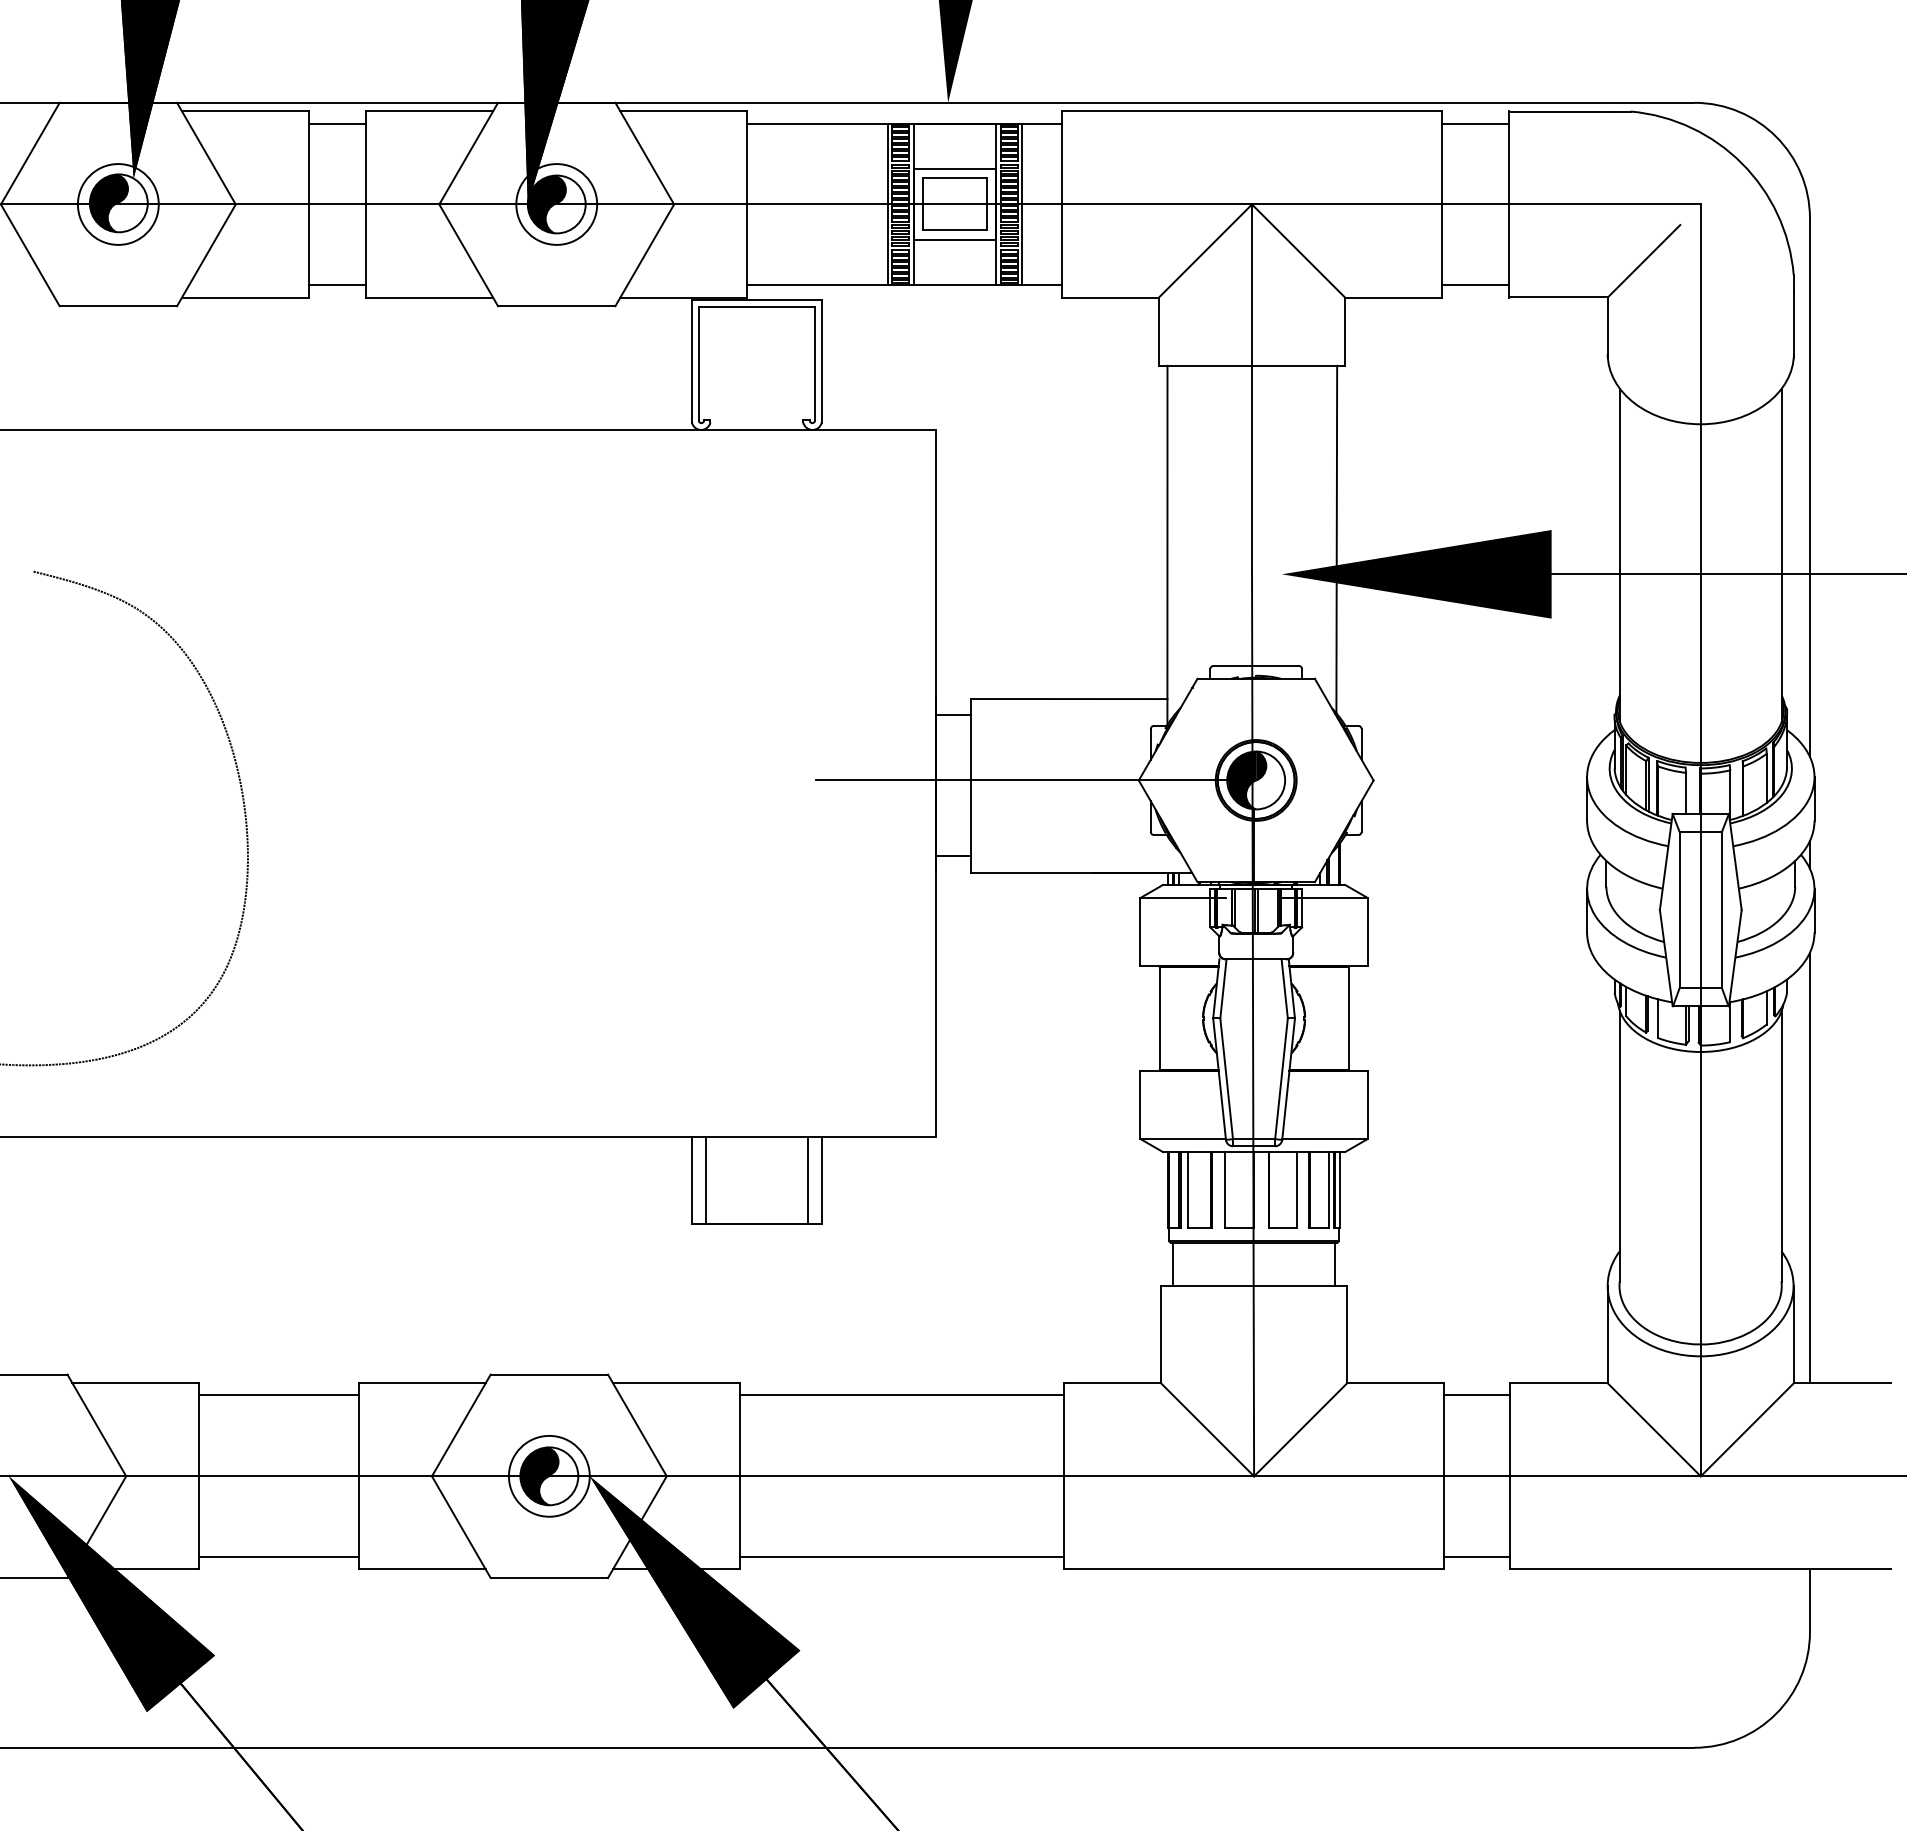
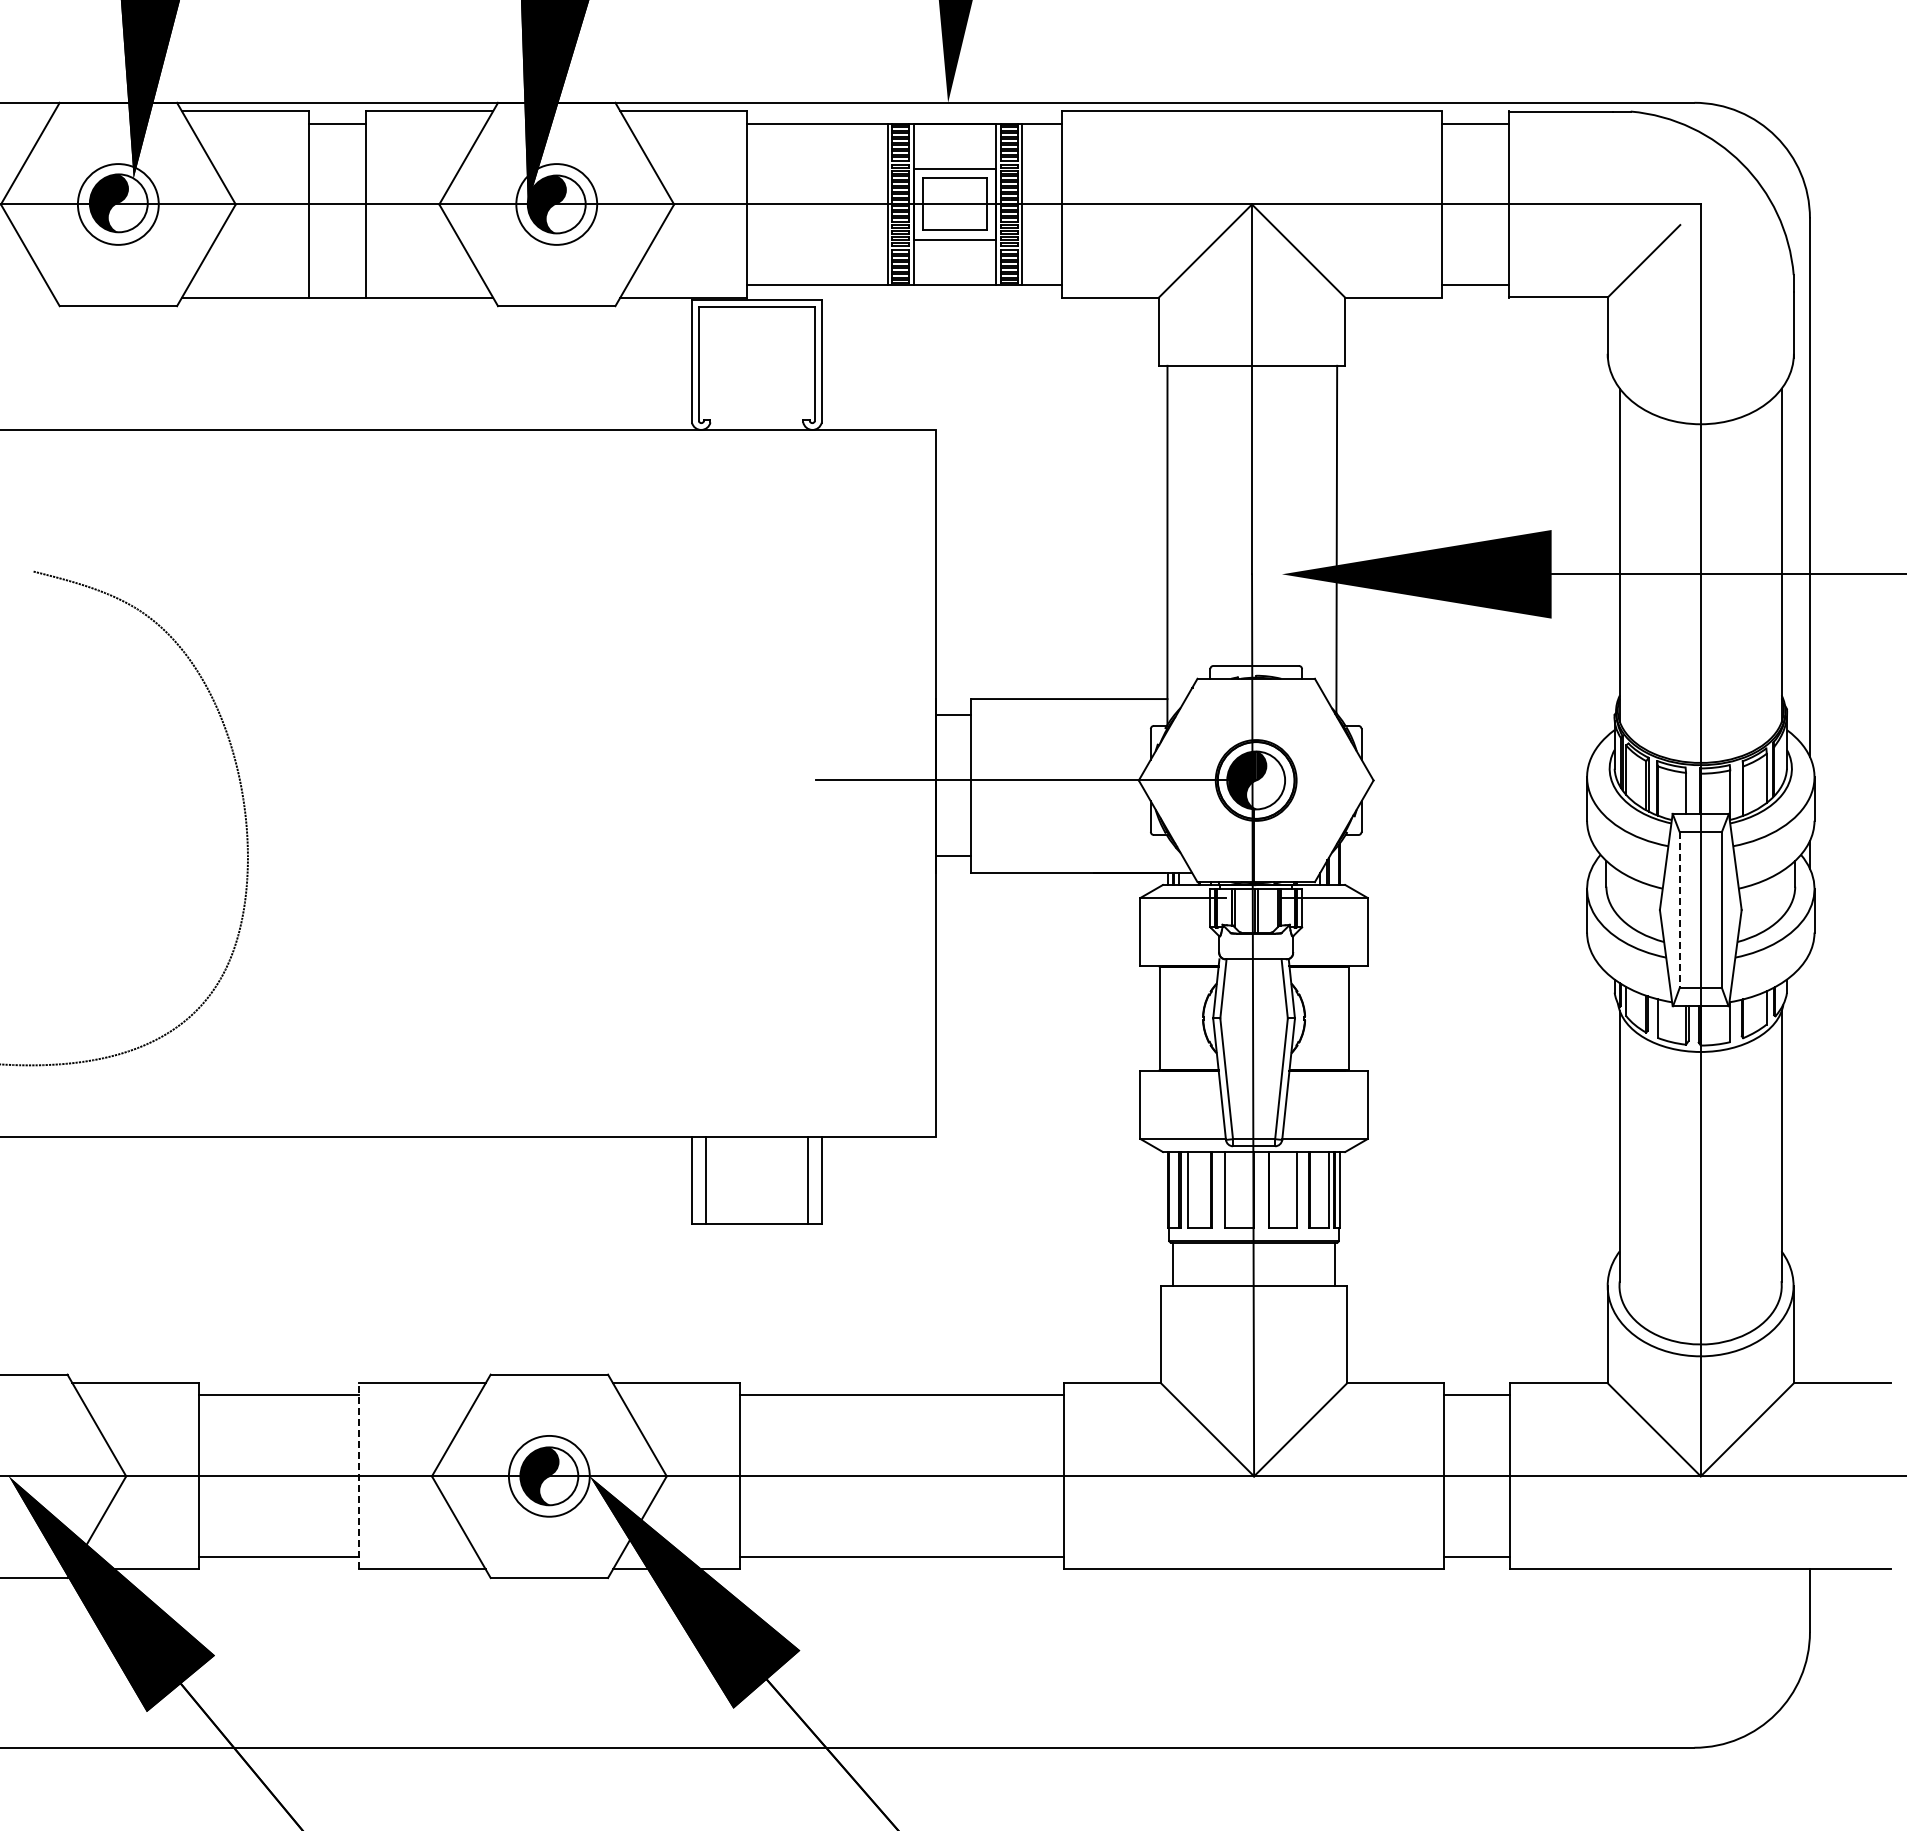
line at (337, 285) position: (337, 285) -> (337, 298)
line at (1679, 910): solid -> dashed
line at (1809, 1167): present -> none
line at (359, 1475): solid -> dashed
